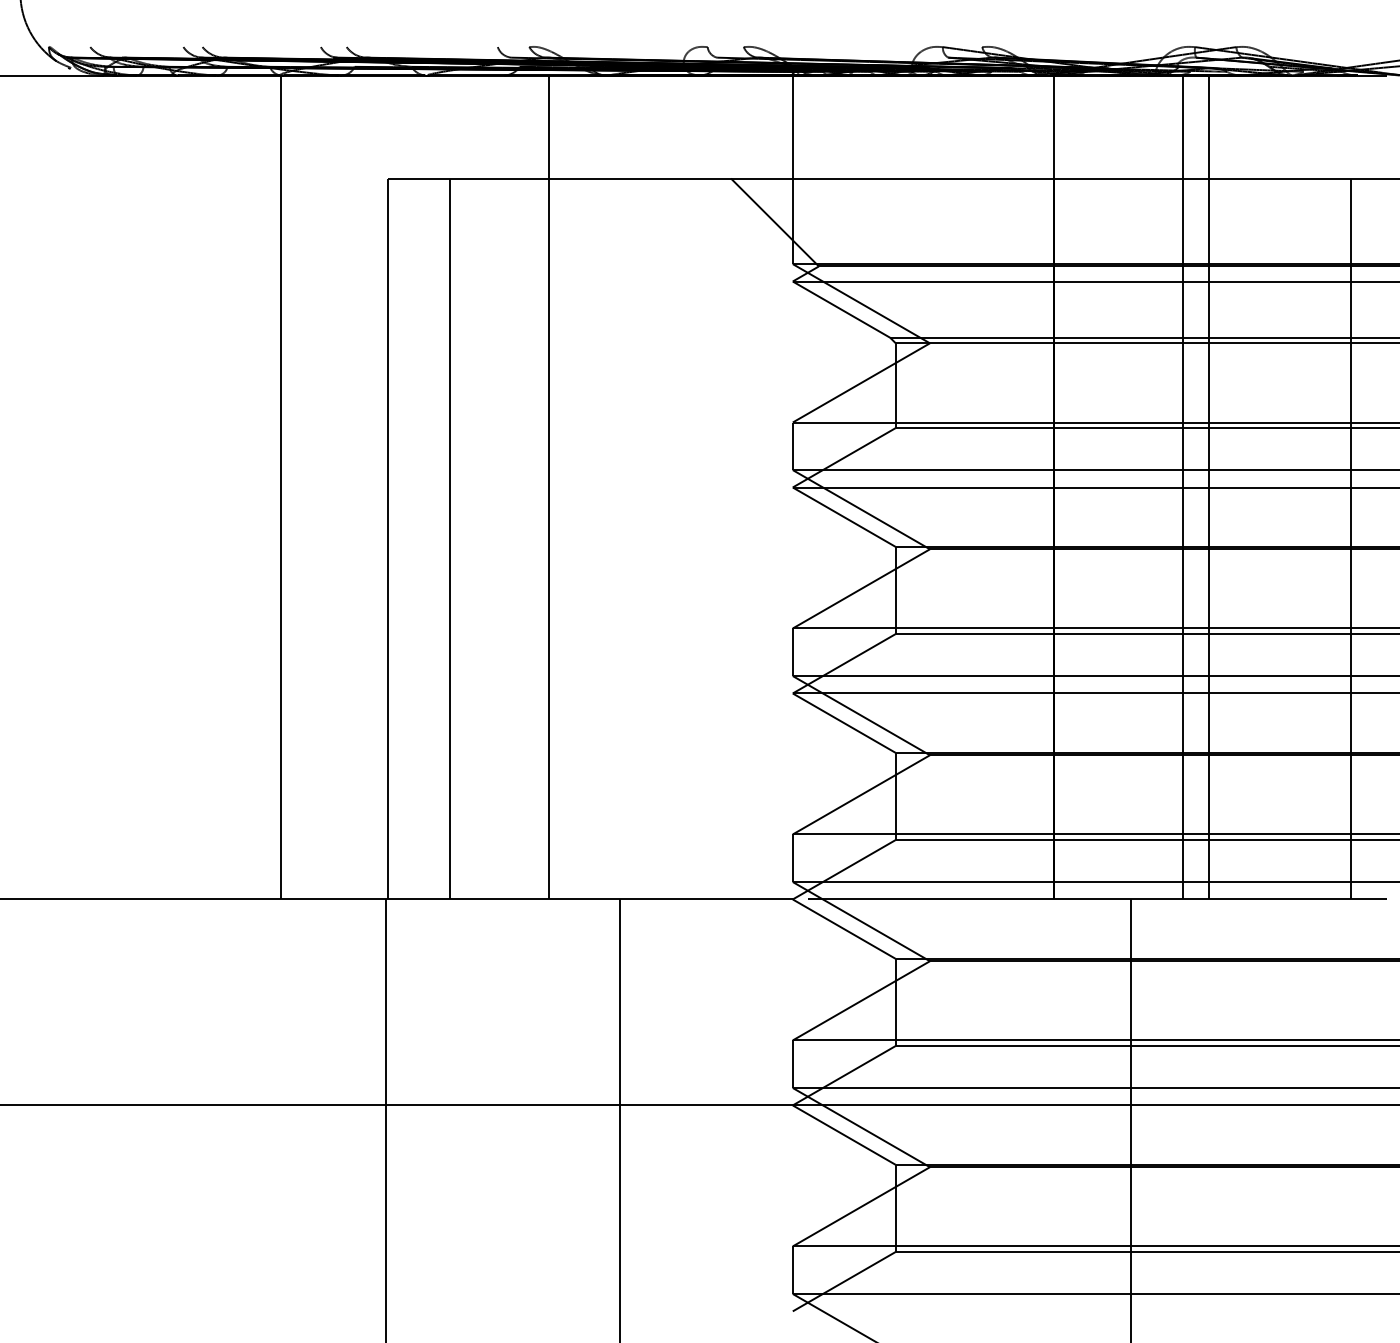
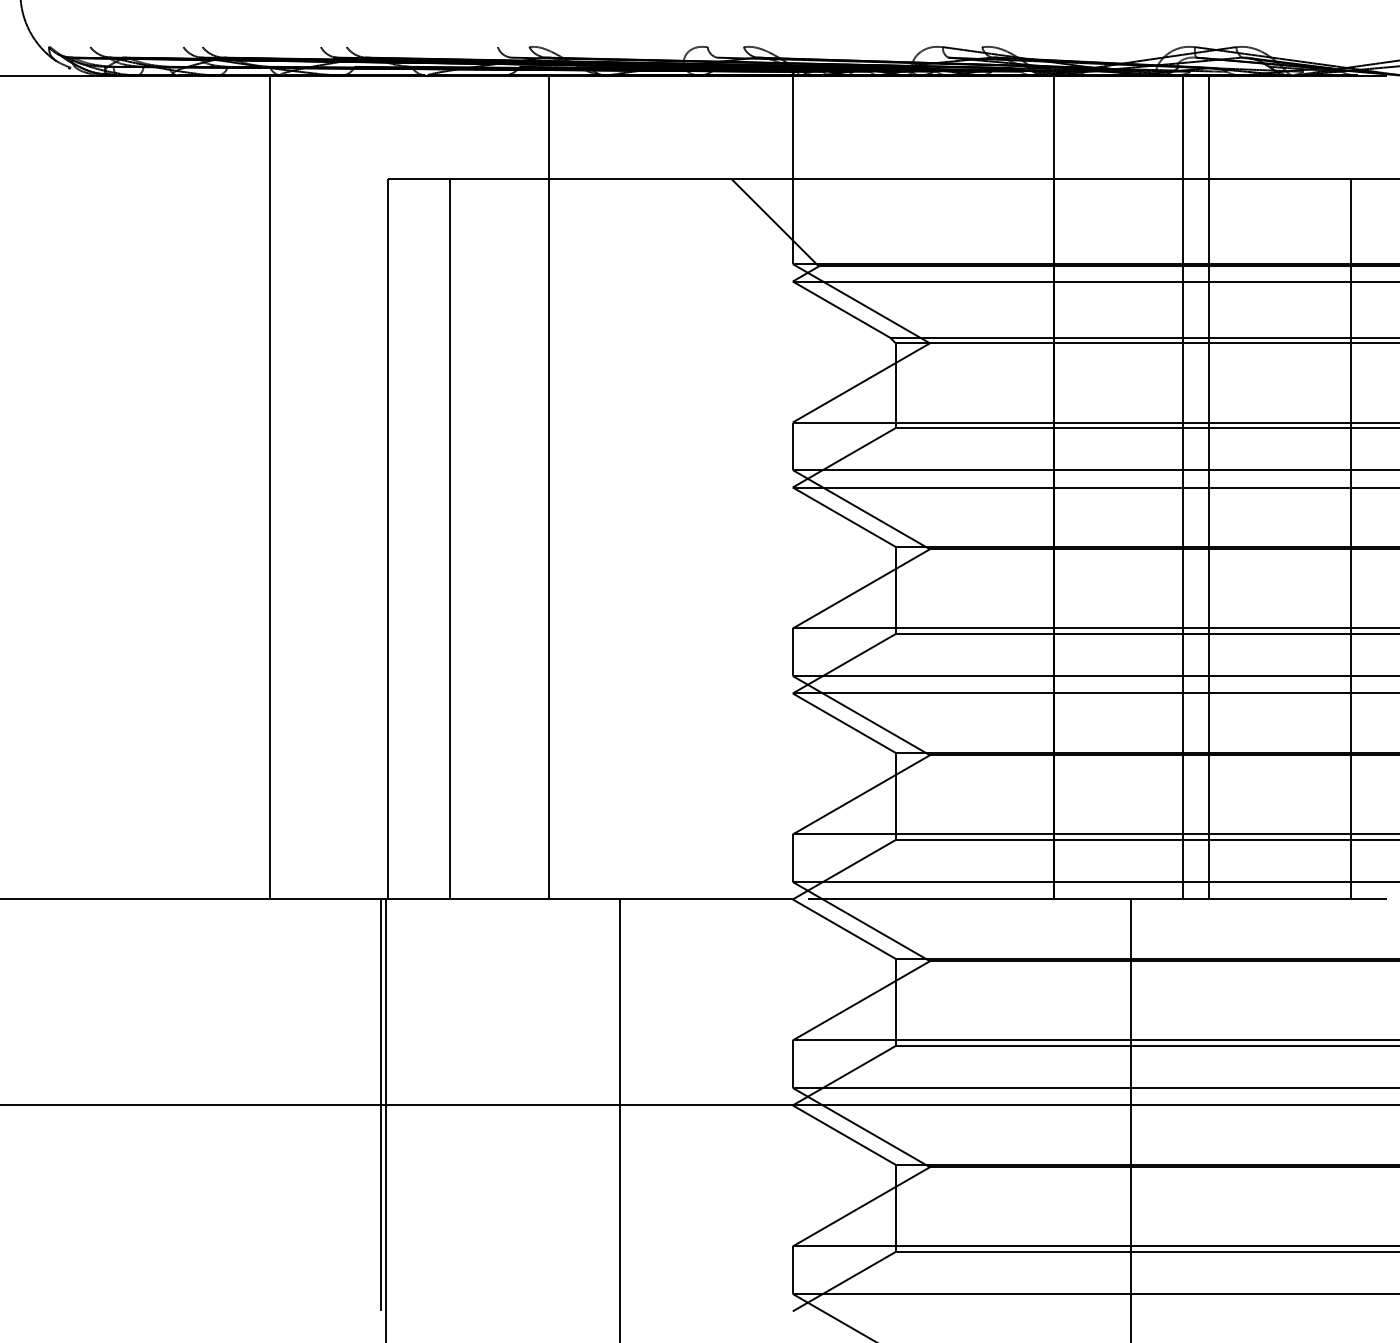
line at (281, 487) position: (281, 487) -> (270, 487)
line at (380, 1105): none -> present
